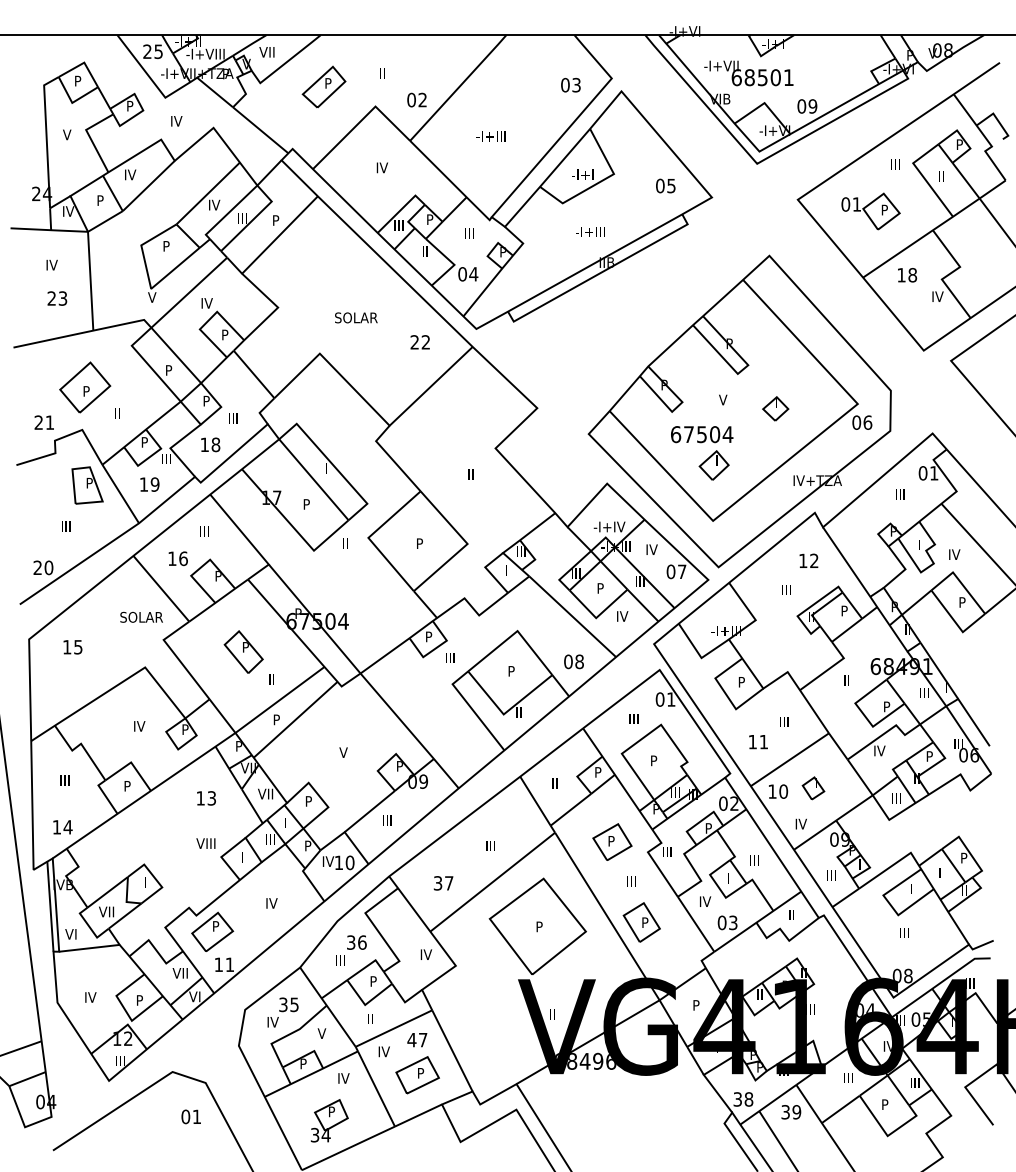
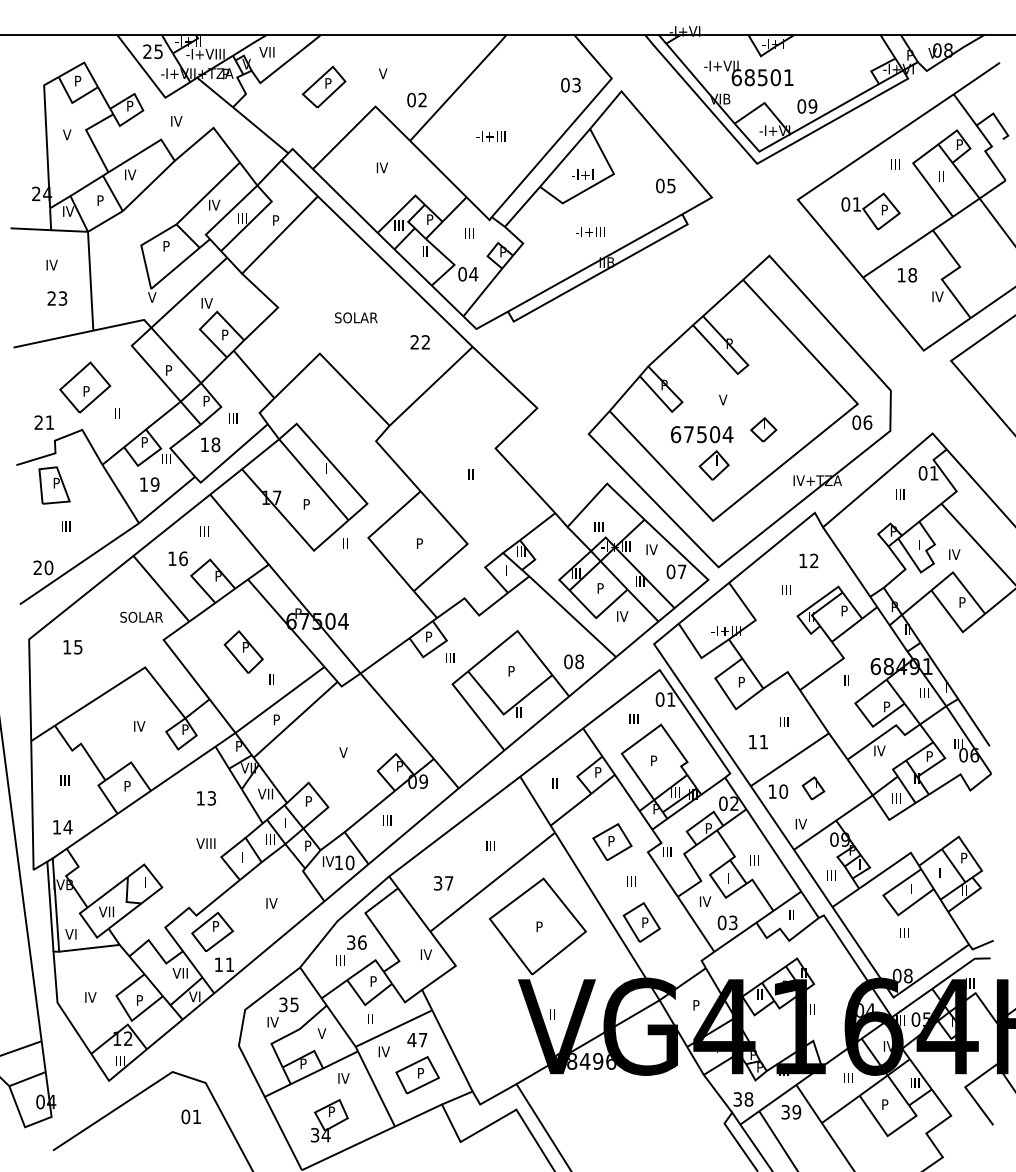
text at (383, 73): II -> V
part at (775, 408) position: (775, 408) -> (763, 429)
part at (87, 485) position: (87, 485) -> (54, 485)
text at (609, 526): -I+IV -> III
